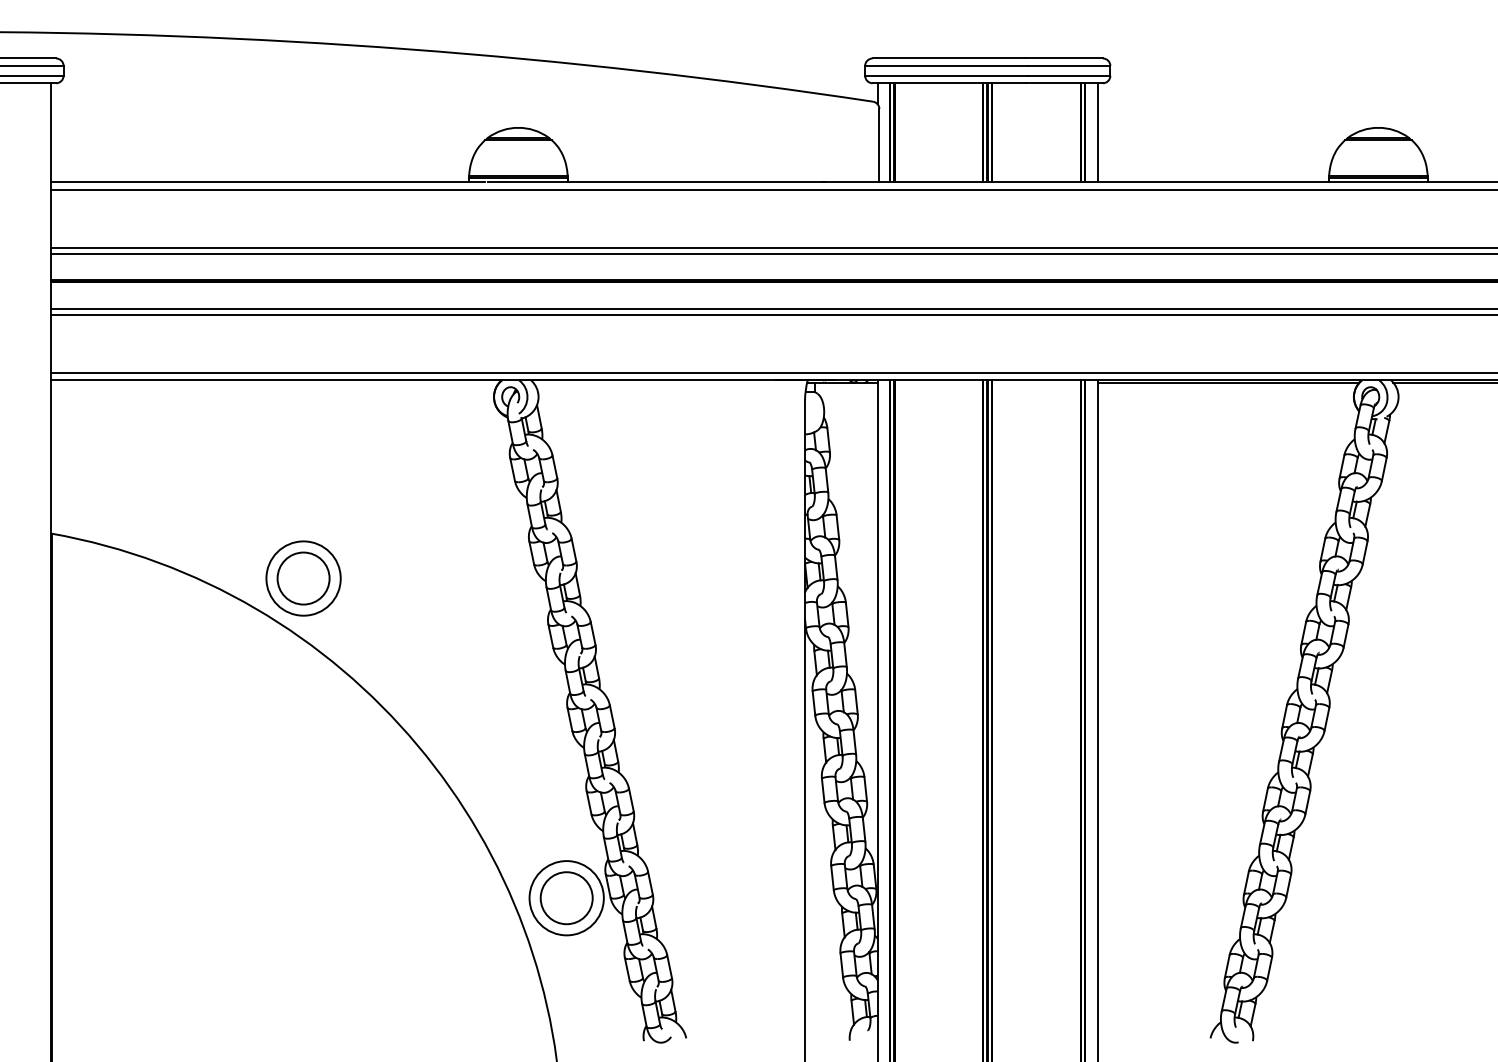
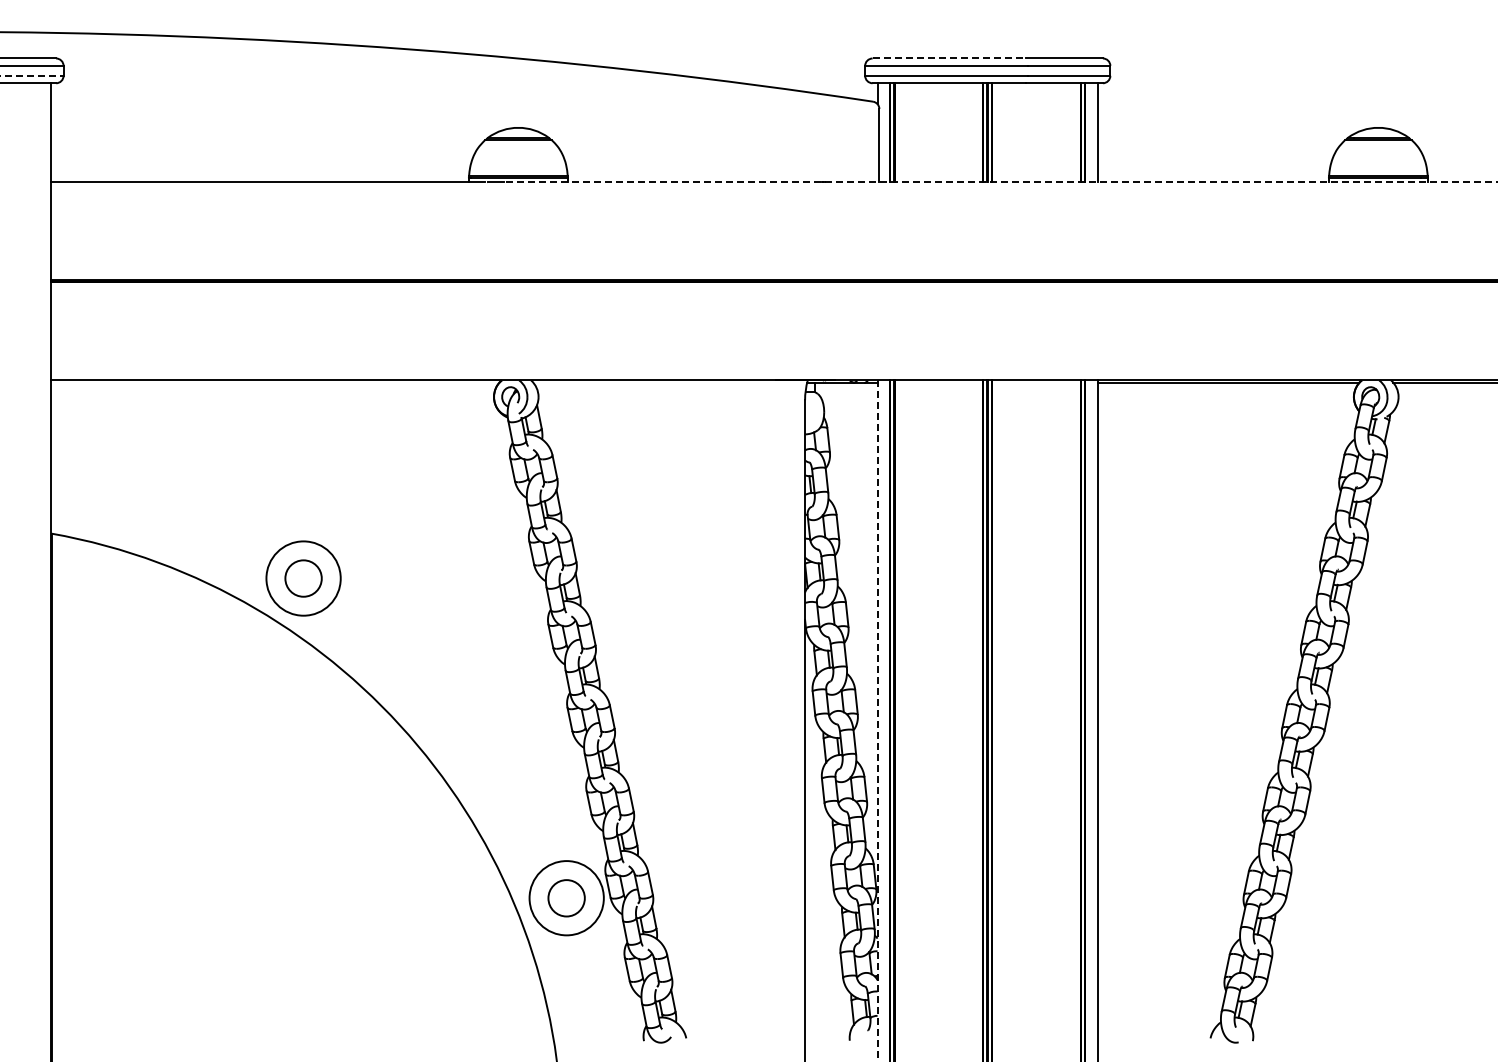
line at (949, 58): solid -> dashed
line at (32, 75): solid -> dashed
line at (1000, 182): solid -> dashed
line at (772, 189): present -> none
line at (772, 247): present -> none
line at (772, 254): present -> none
line at (772, 308): present -> none
line at (772, 314): present -> none
line at (772, 373): present -> none
circle at (303, 578) diameter: 52 px -> 36 px
line at (877, 721): solid -> dashed
circle at (566, 898) size: 55x55 px -> 39x39 px
